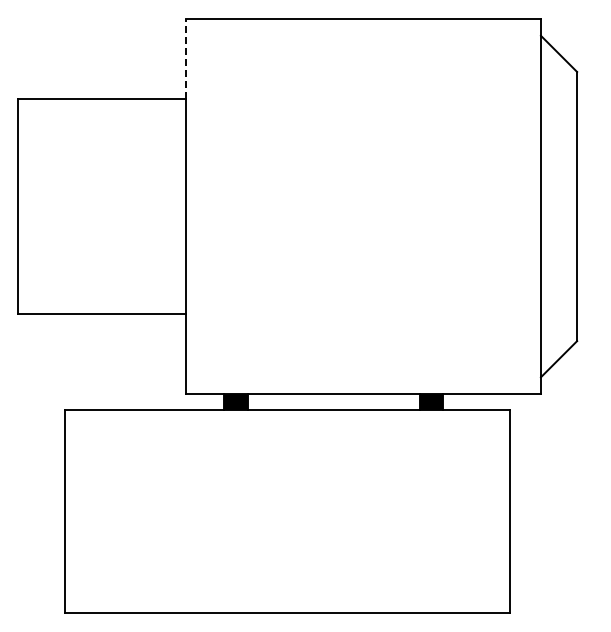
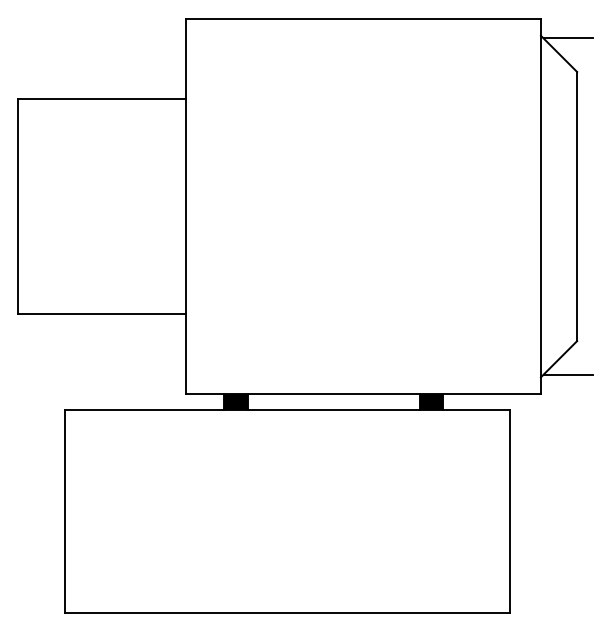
line at (567, 38): none -> present
line at (186, 58): dashed -> solid
line at (567, 374): none -> present
